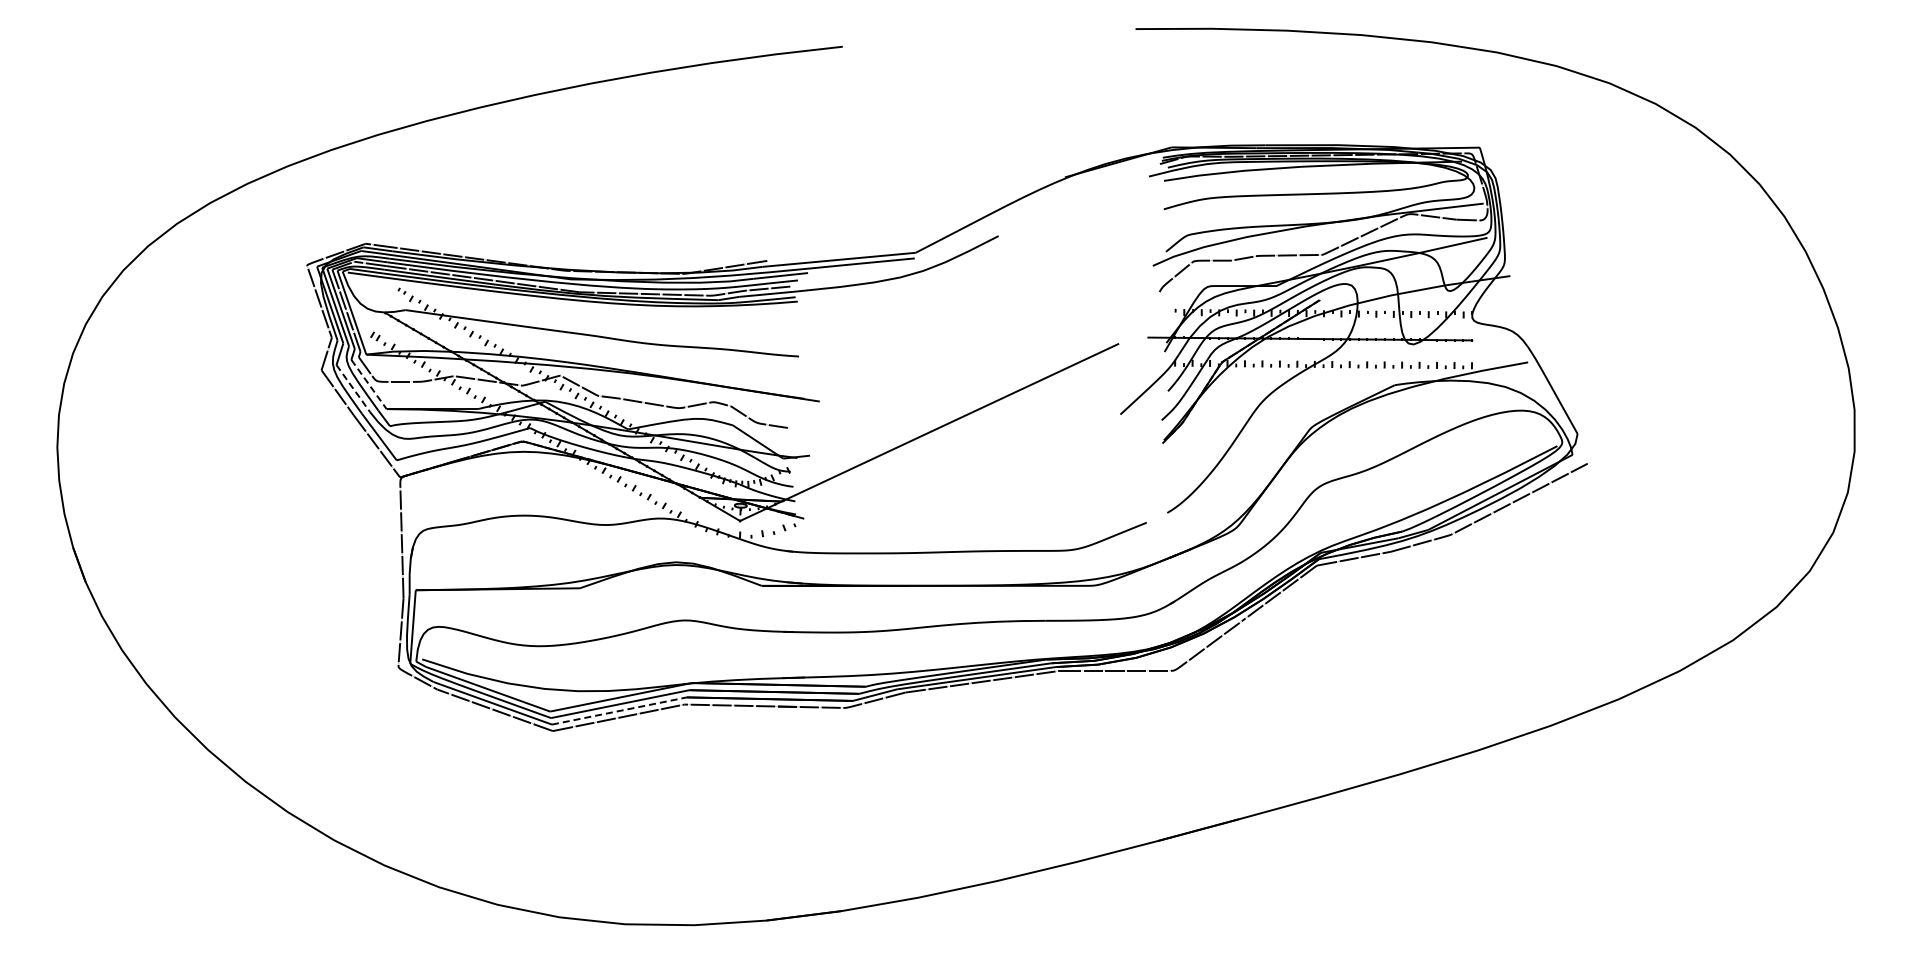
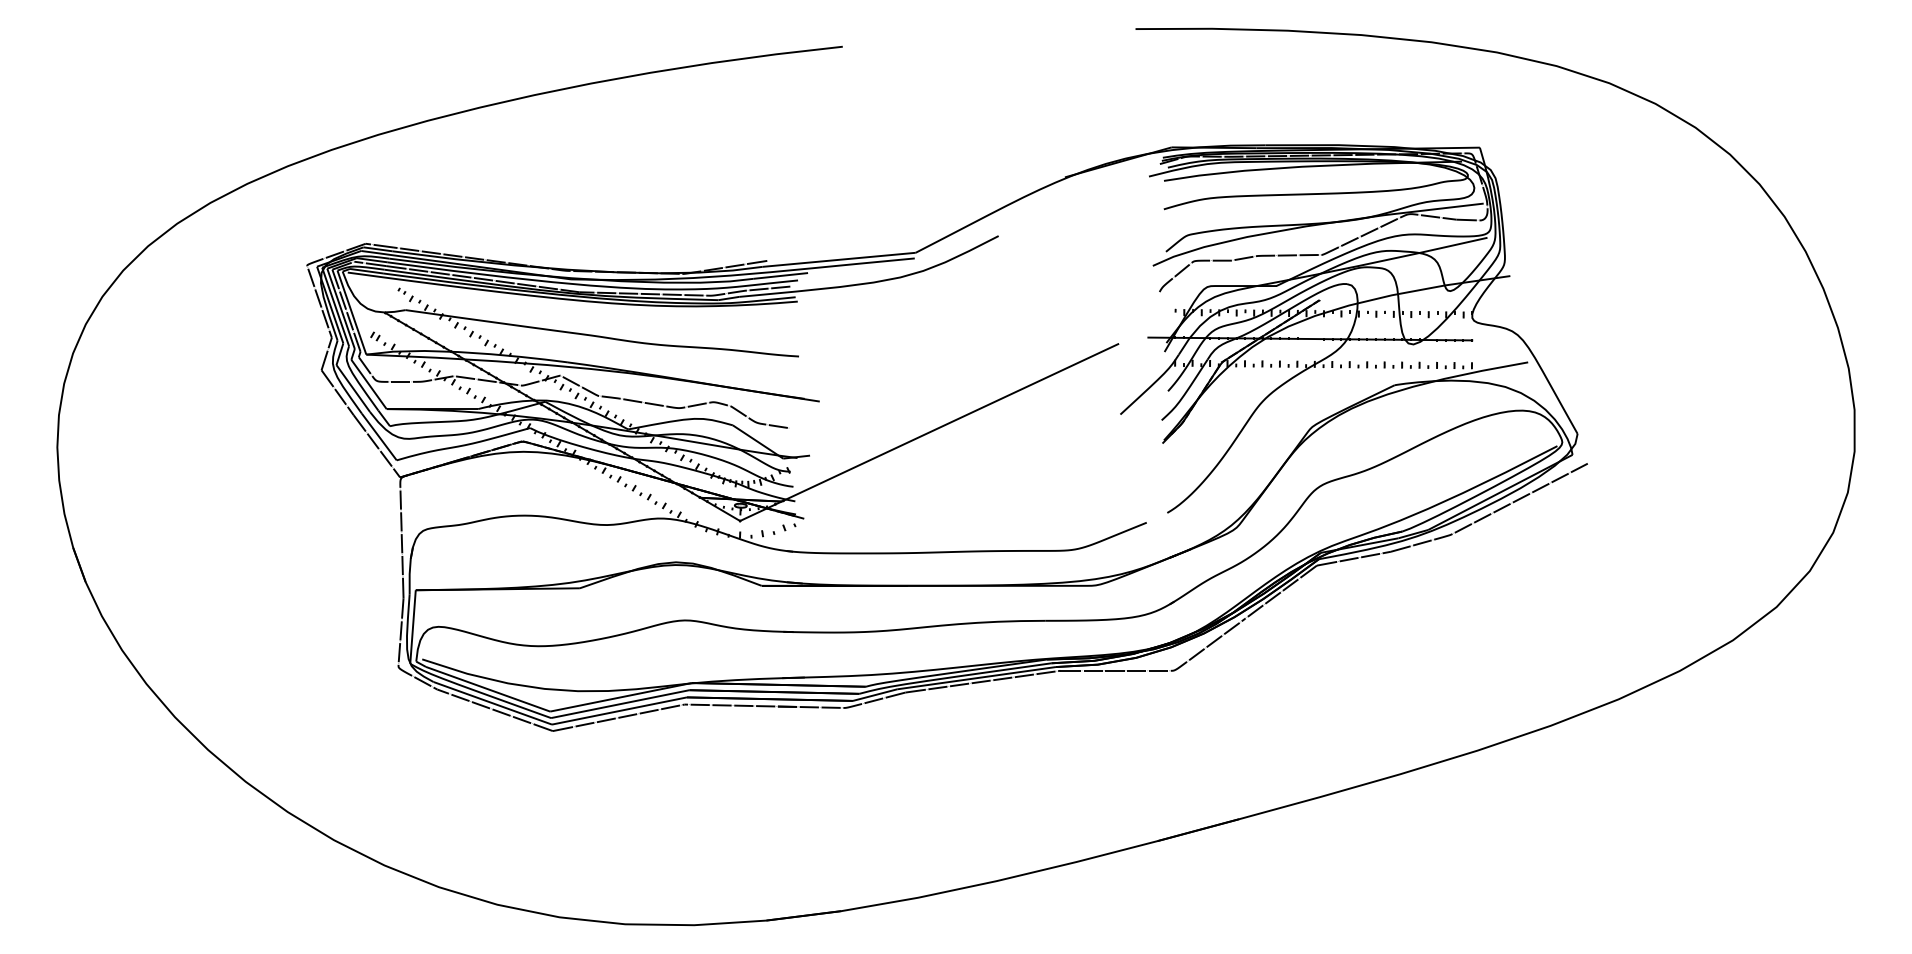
line at (369, 384): dashed -> solid
line at (353, 388): dashed -> solid
line at (619, 710): dashed -> solid
